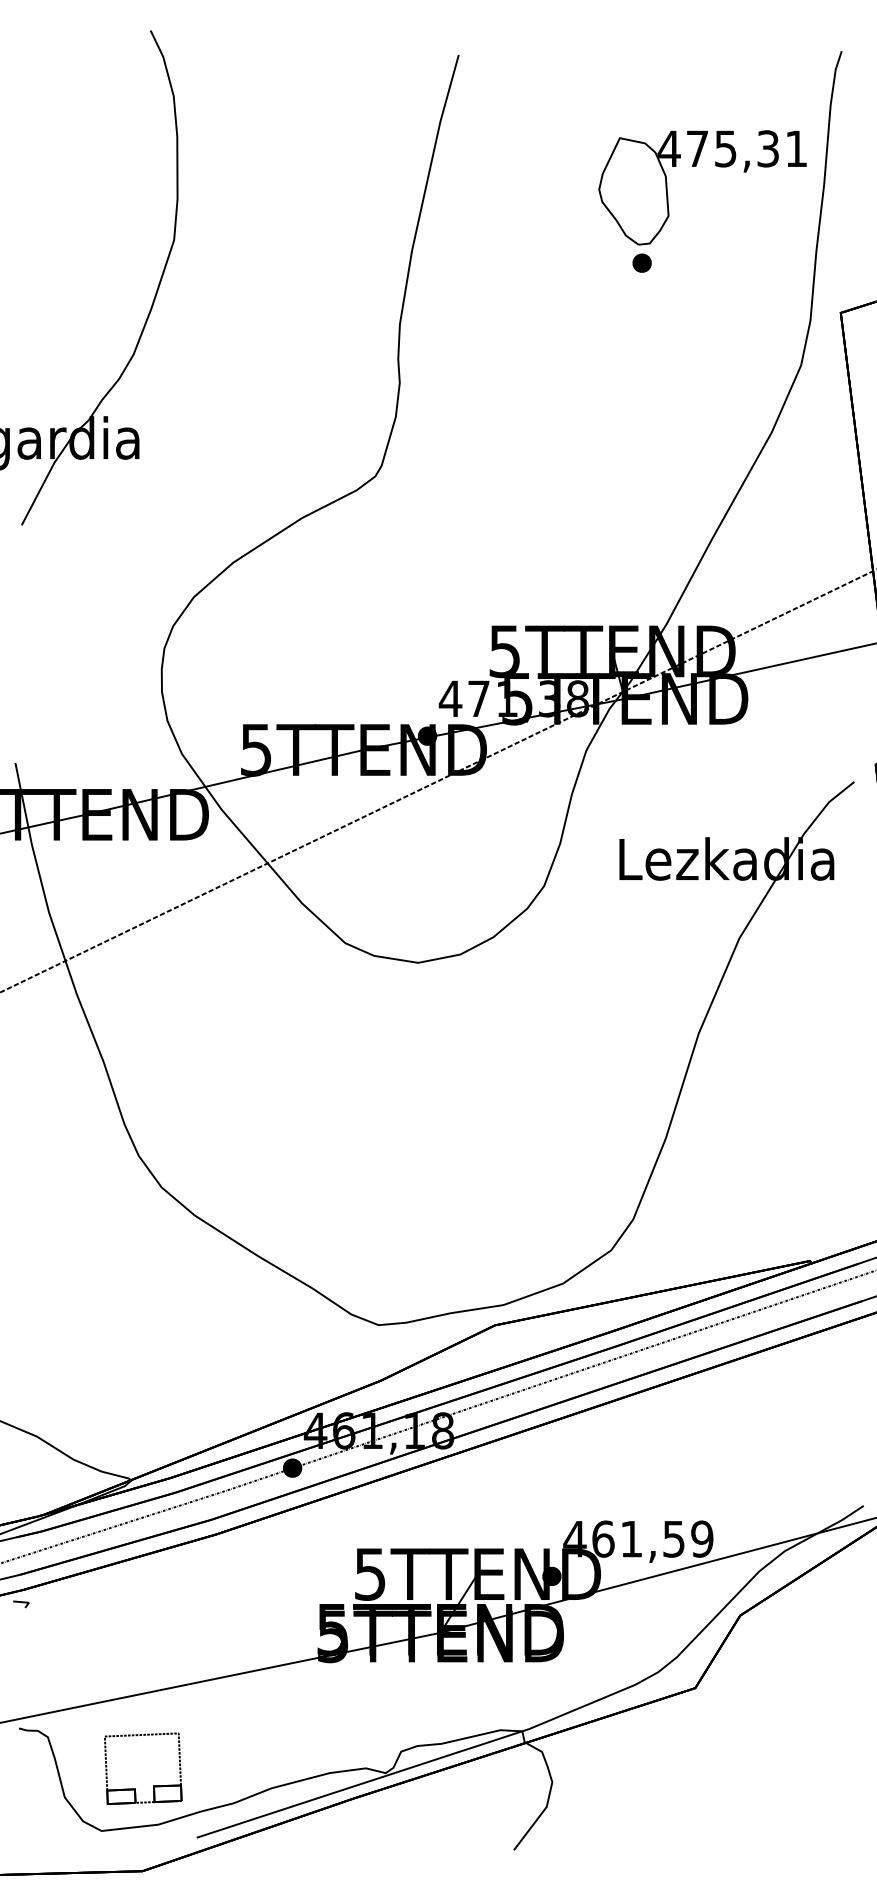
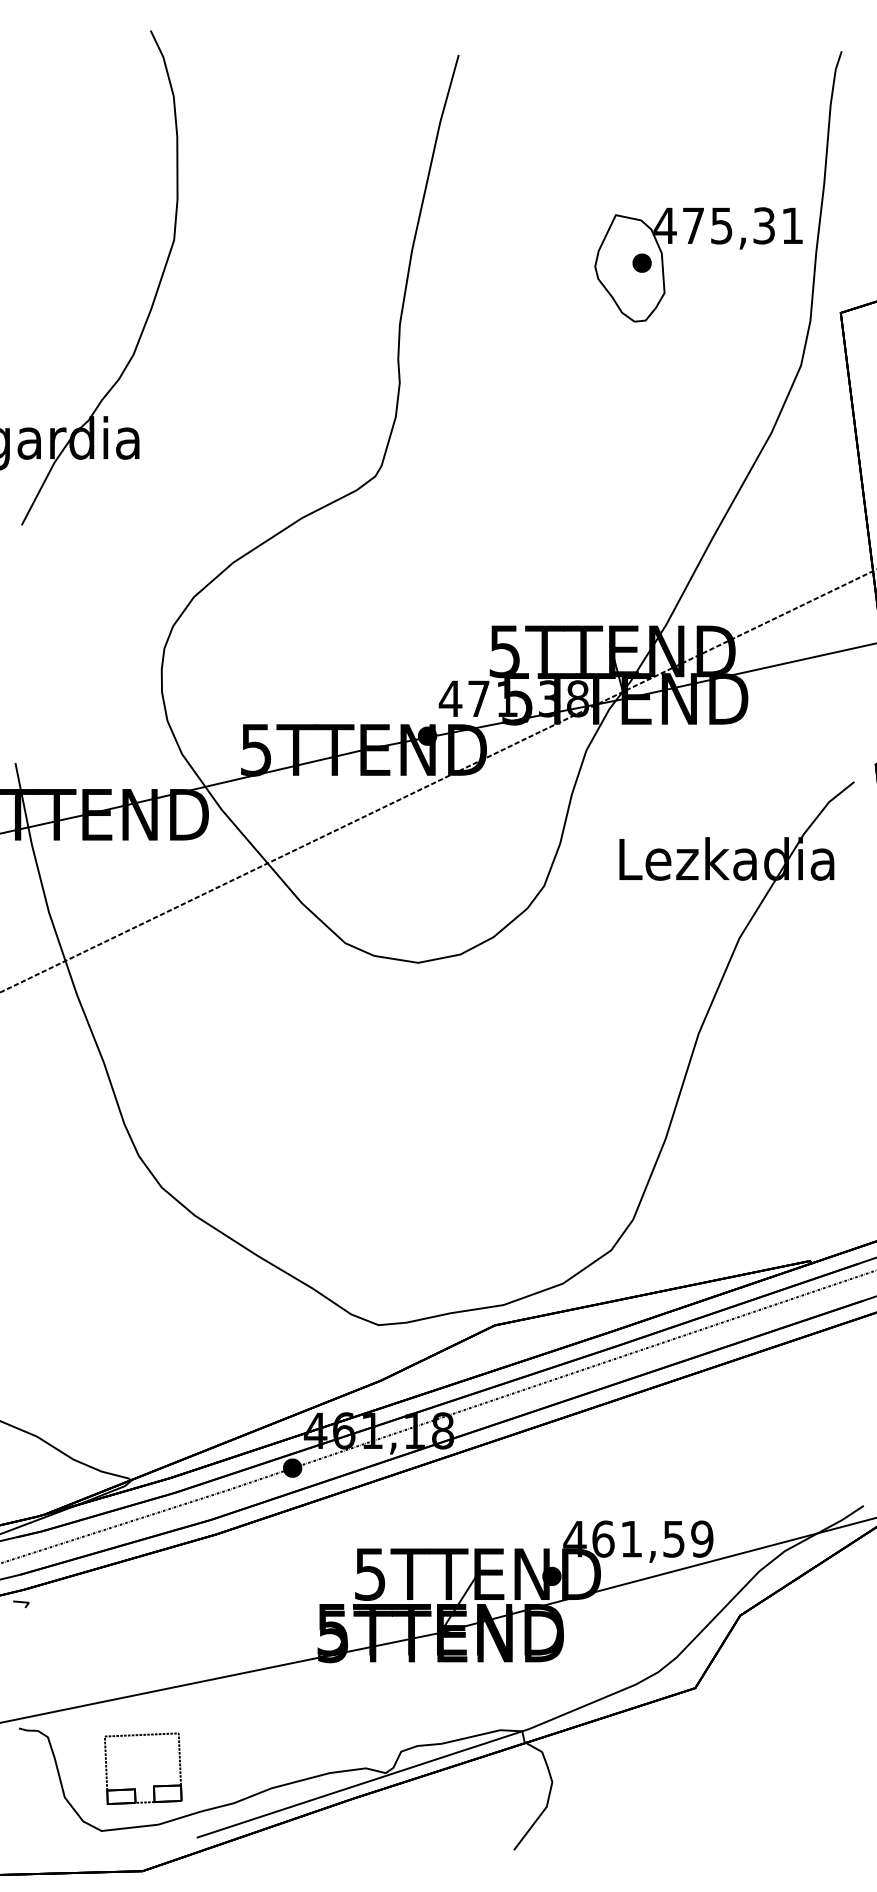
part at (696, 166) position: (696, 166) -> (692, 243)
